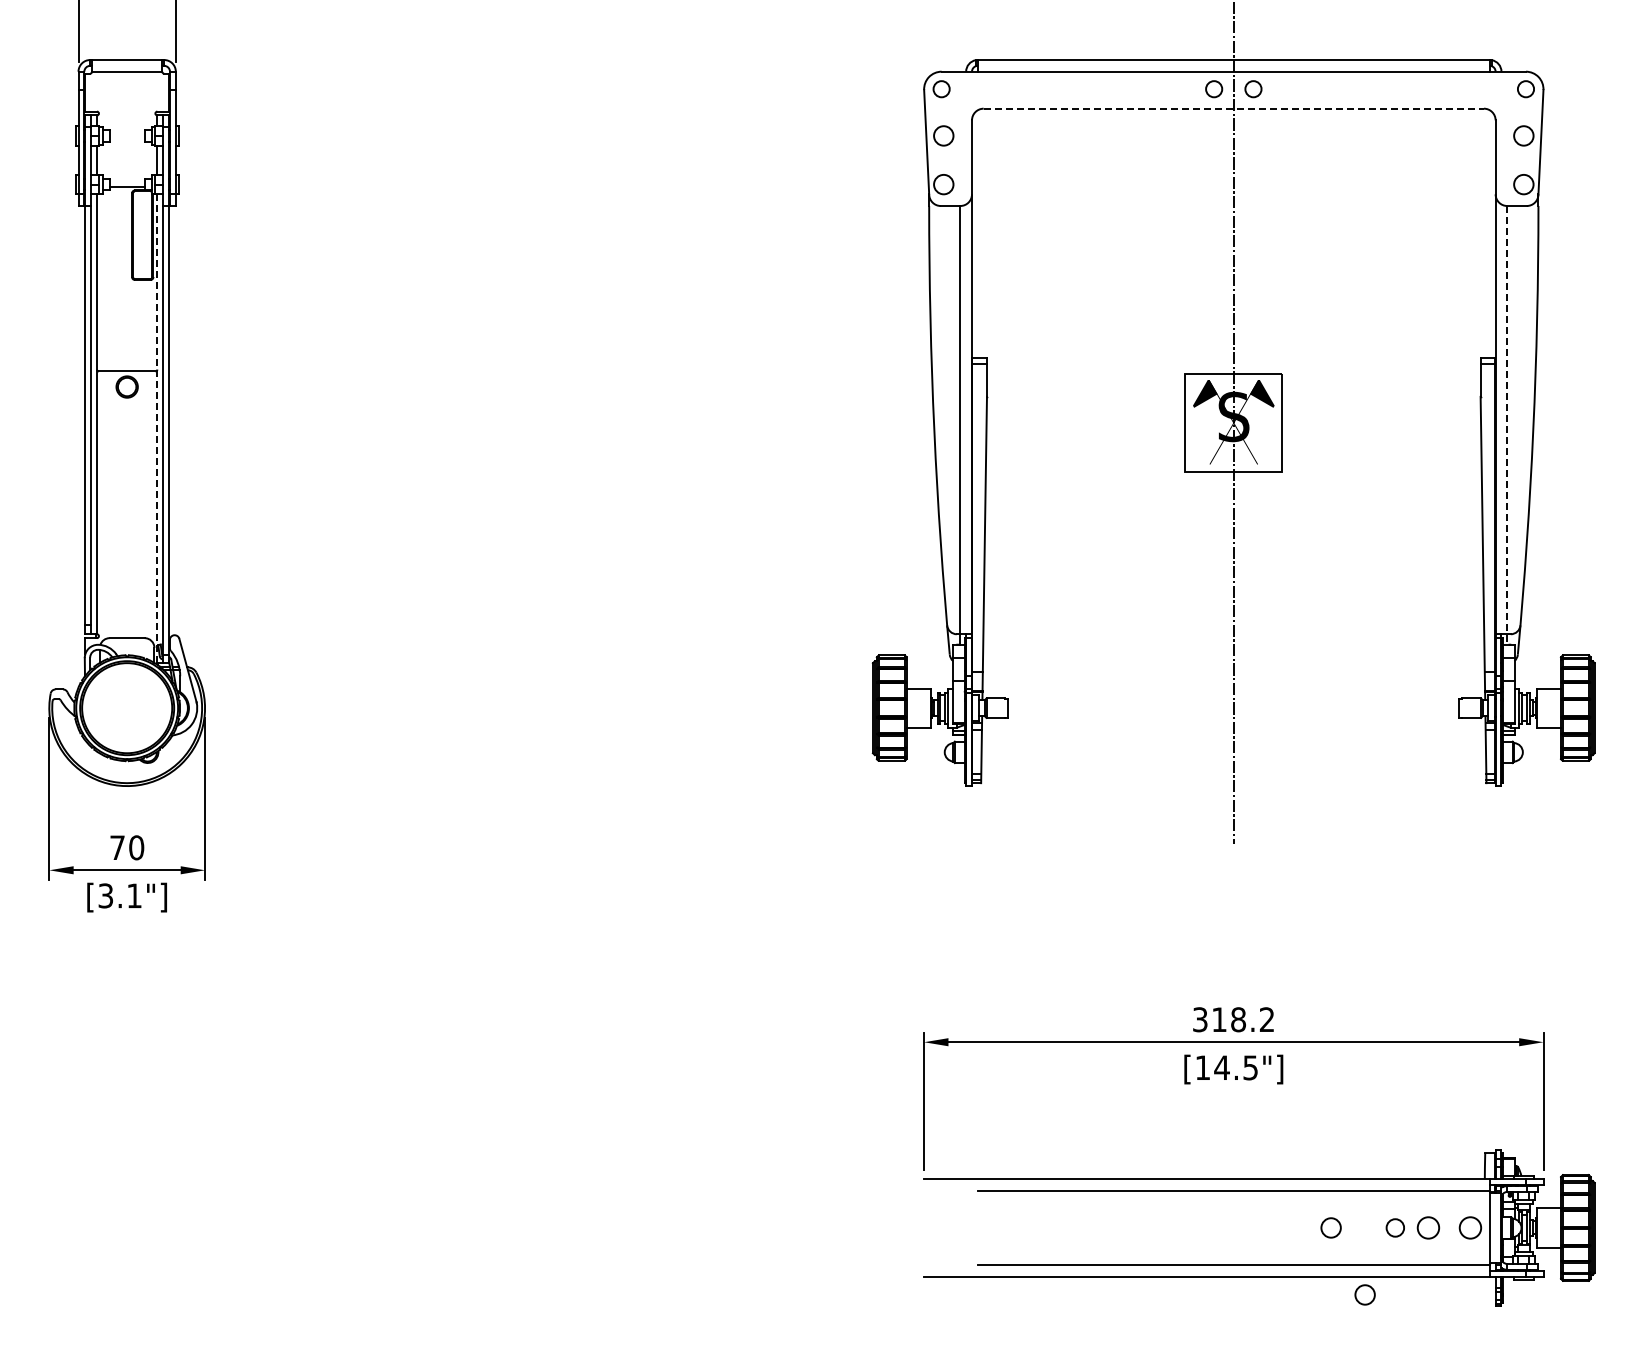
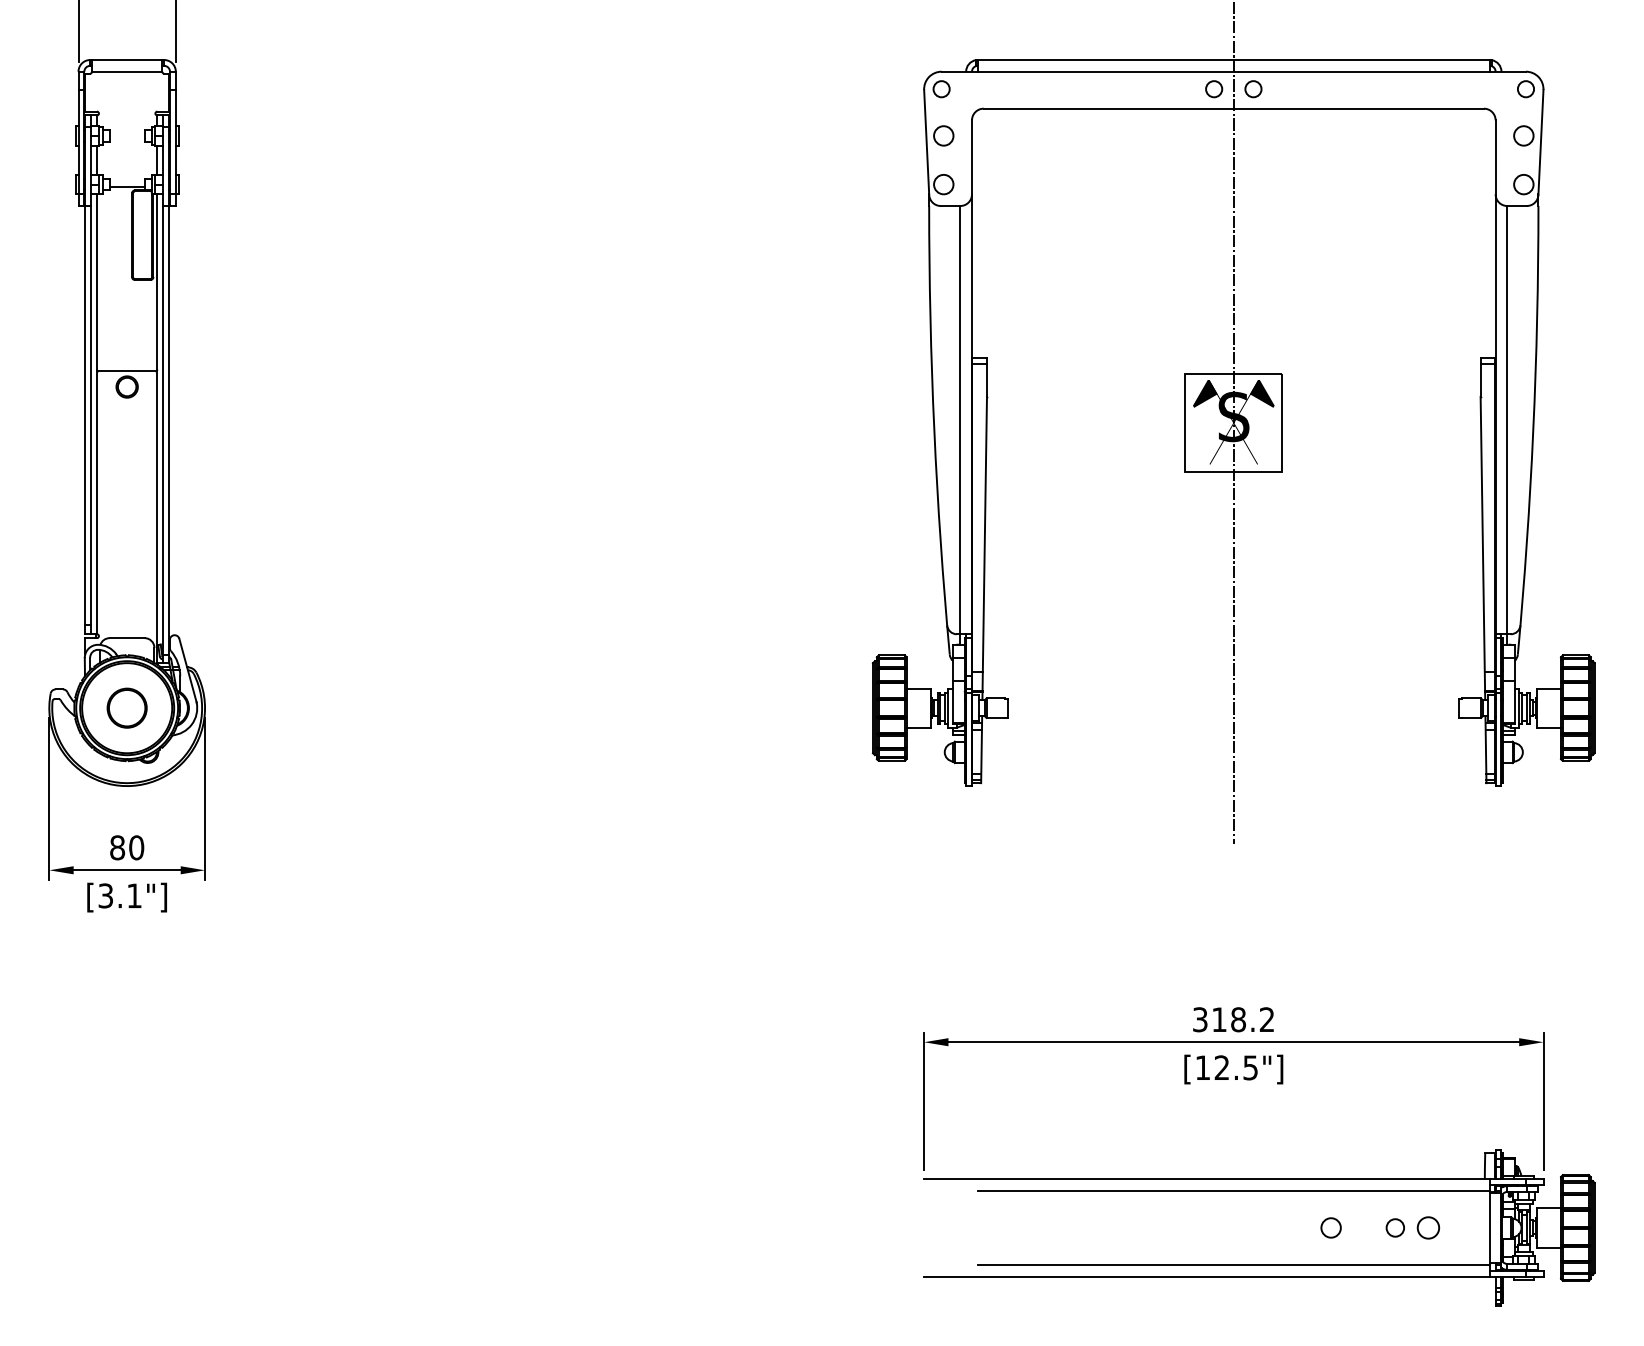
line at (1234, 108): dashed -> solid
line at (1507, 425): dashed -> solid
line at (157, 428): dashed -> solid
circle at (126, 707): none -> present
text at (117, 847): 70 -> 80
text at (1221, 1067): [14.5"] -> [12.5"]
circle at (1470, 1227): present -> none
circle at (1364, 1294): present -> none
